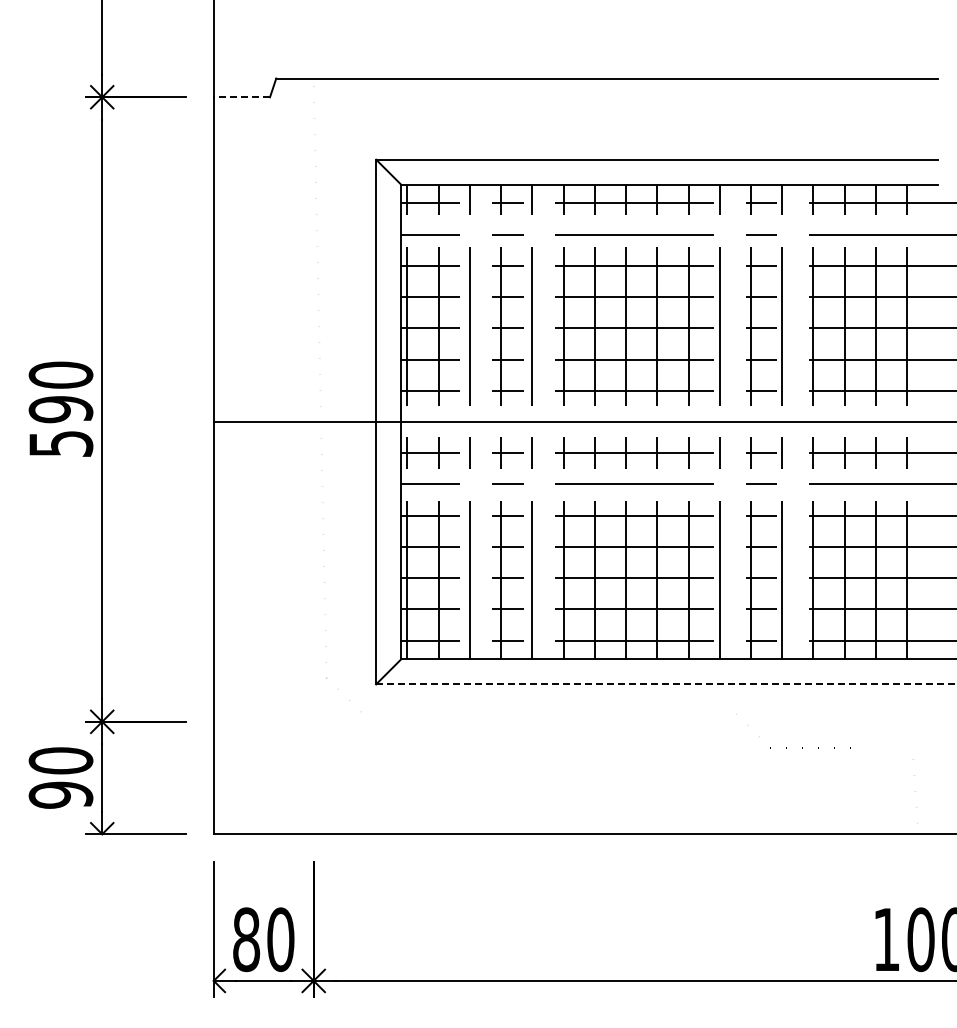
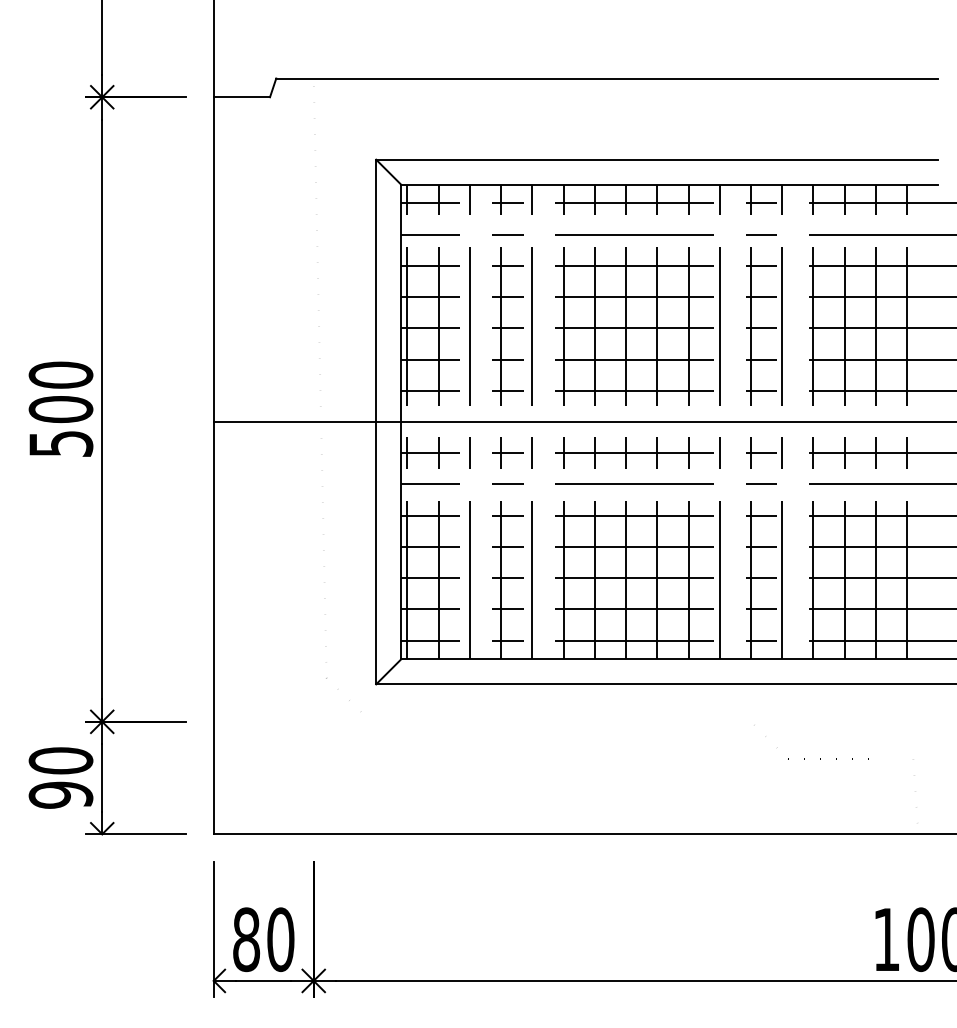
line at (241, 97): dashed -> solid
text at (60, 409): 590 -> 500
line at (667, 684): dashed -> solid
part at (786, 747) position: (786, 747) -> (804, 758)
